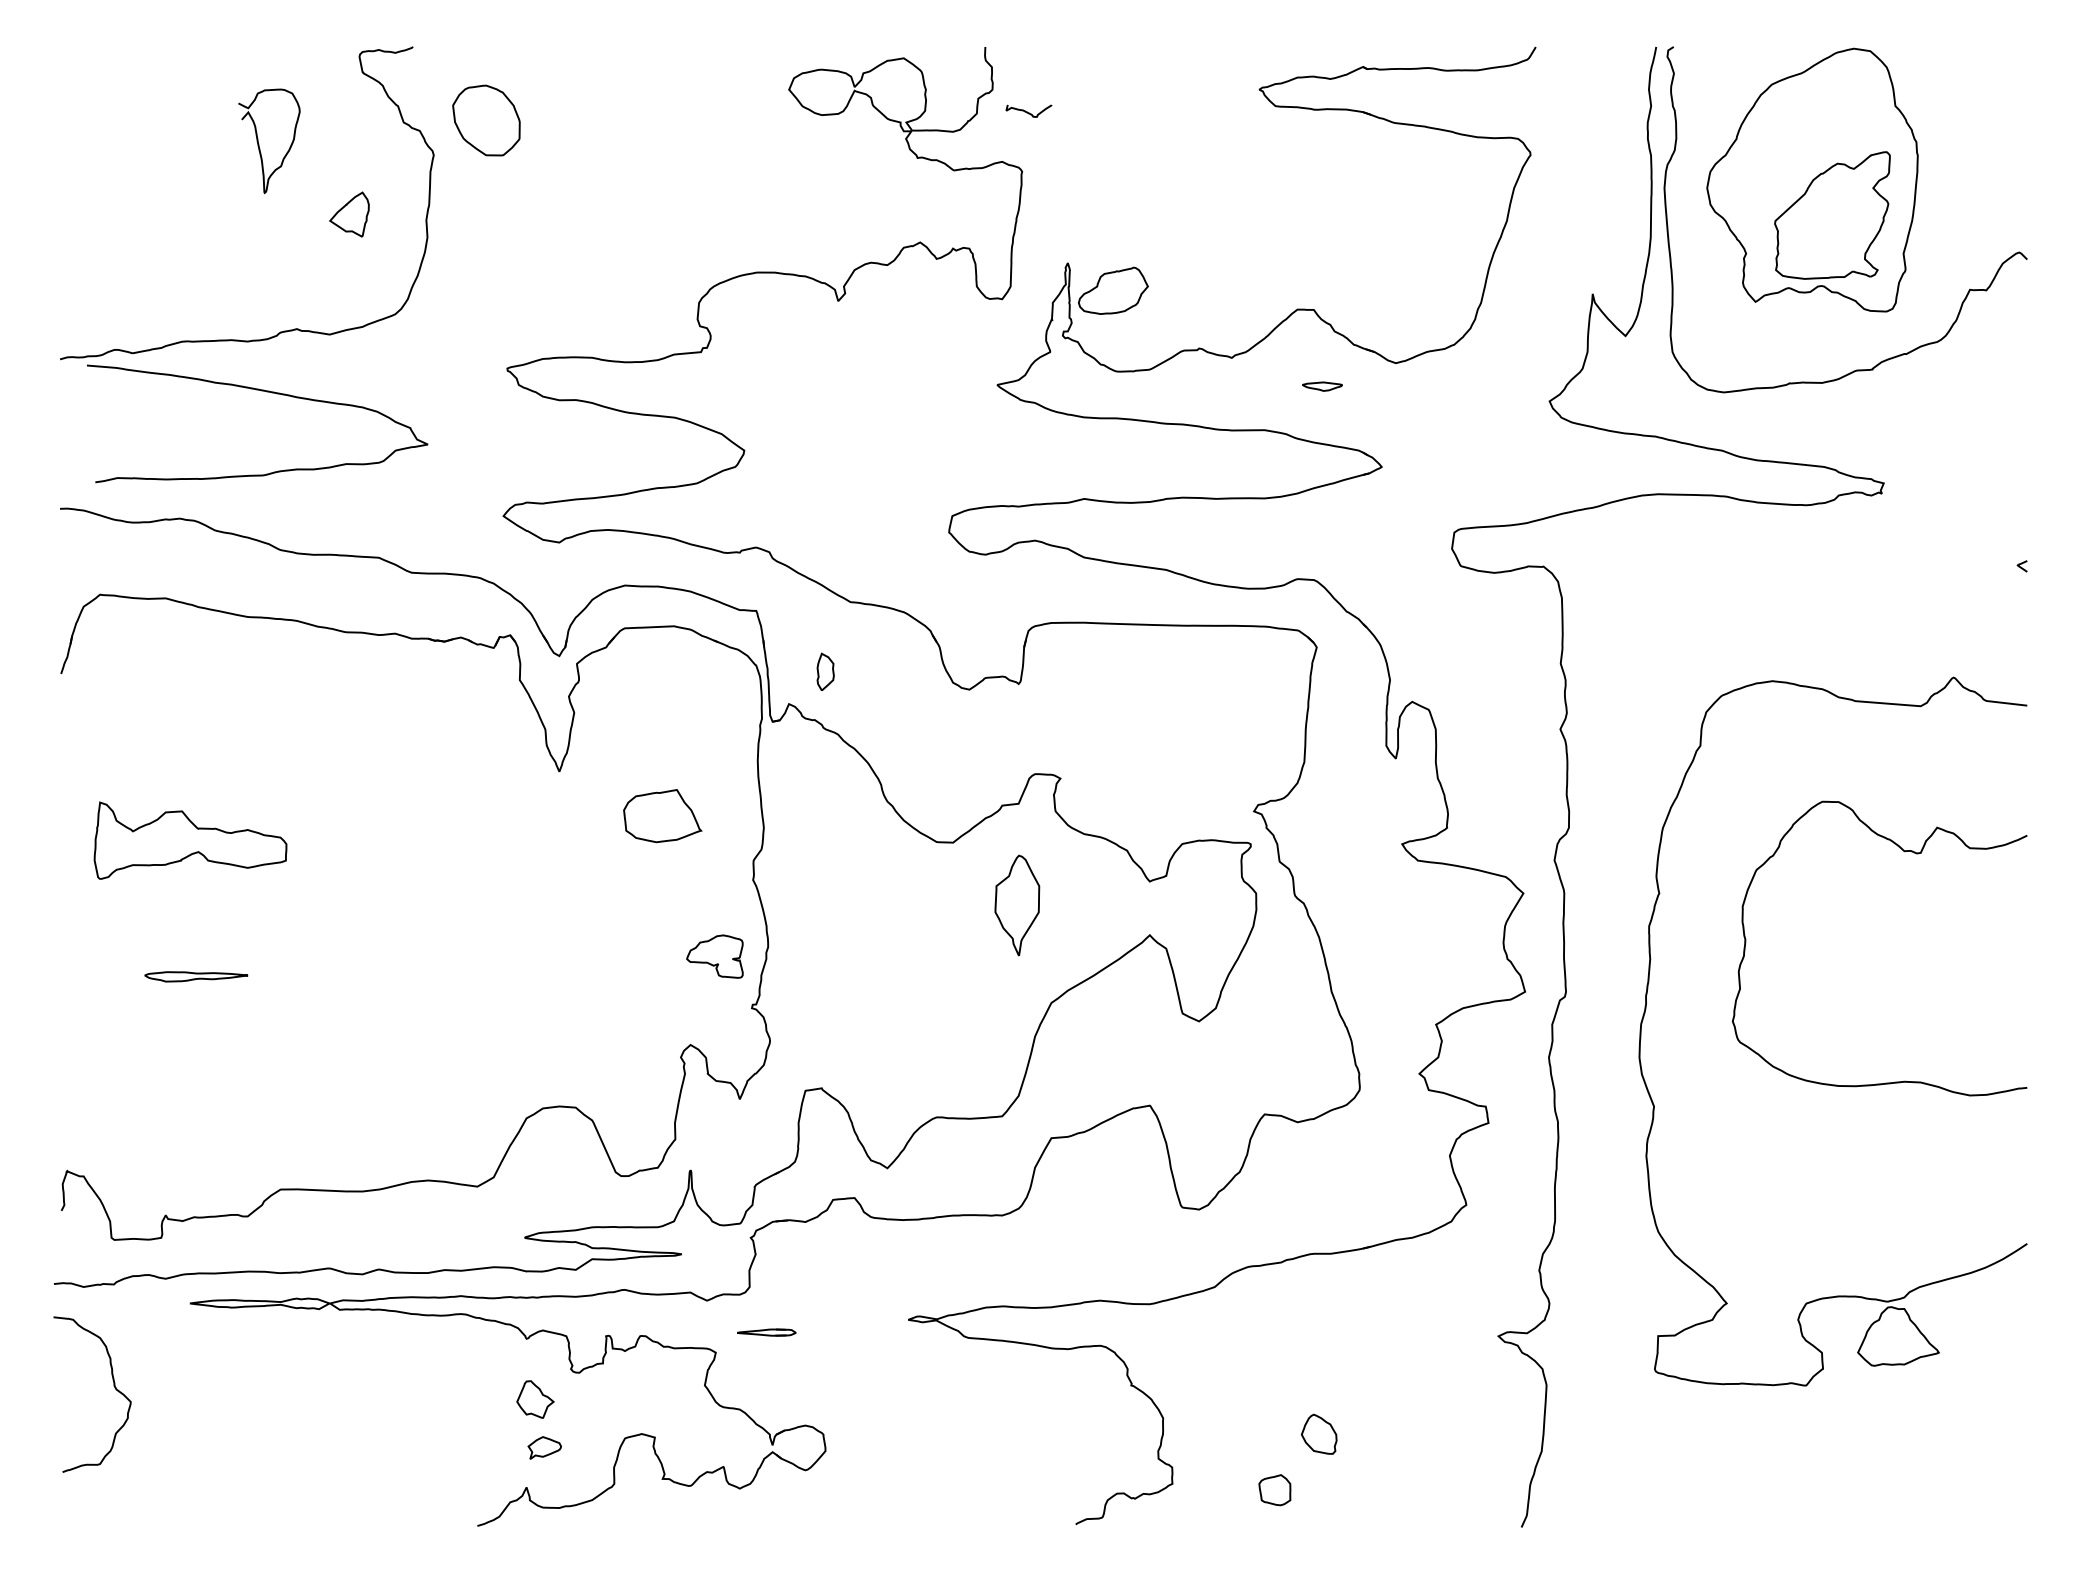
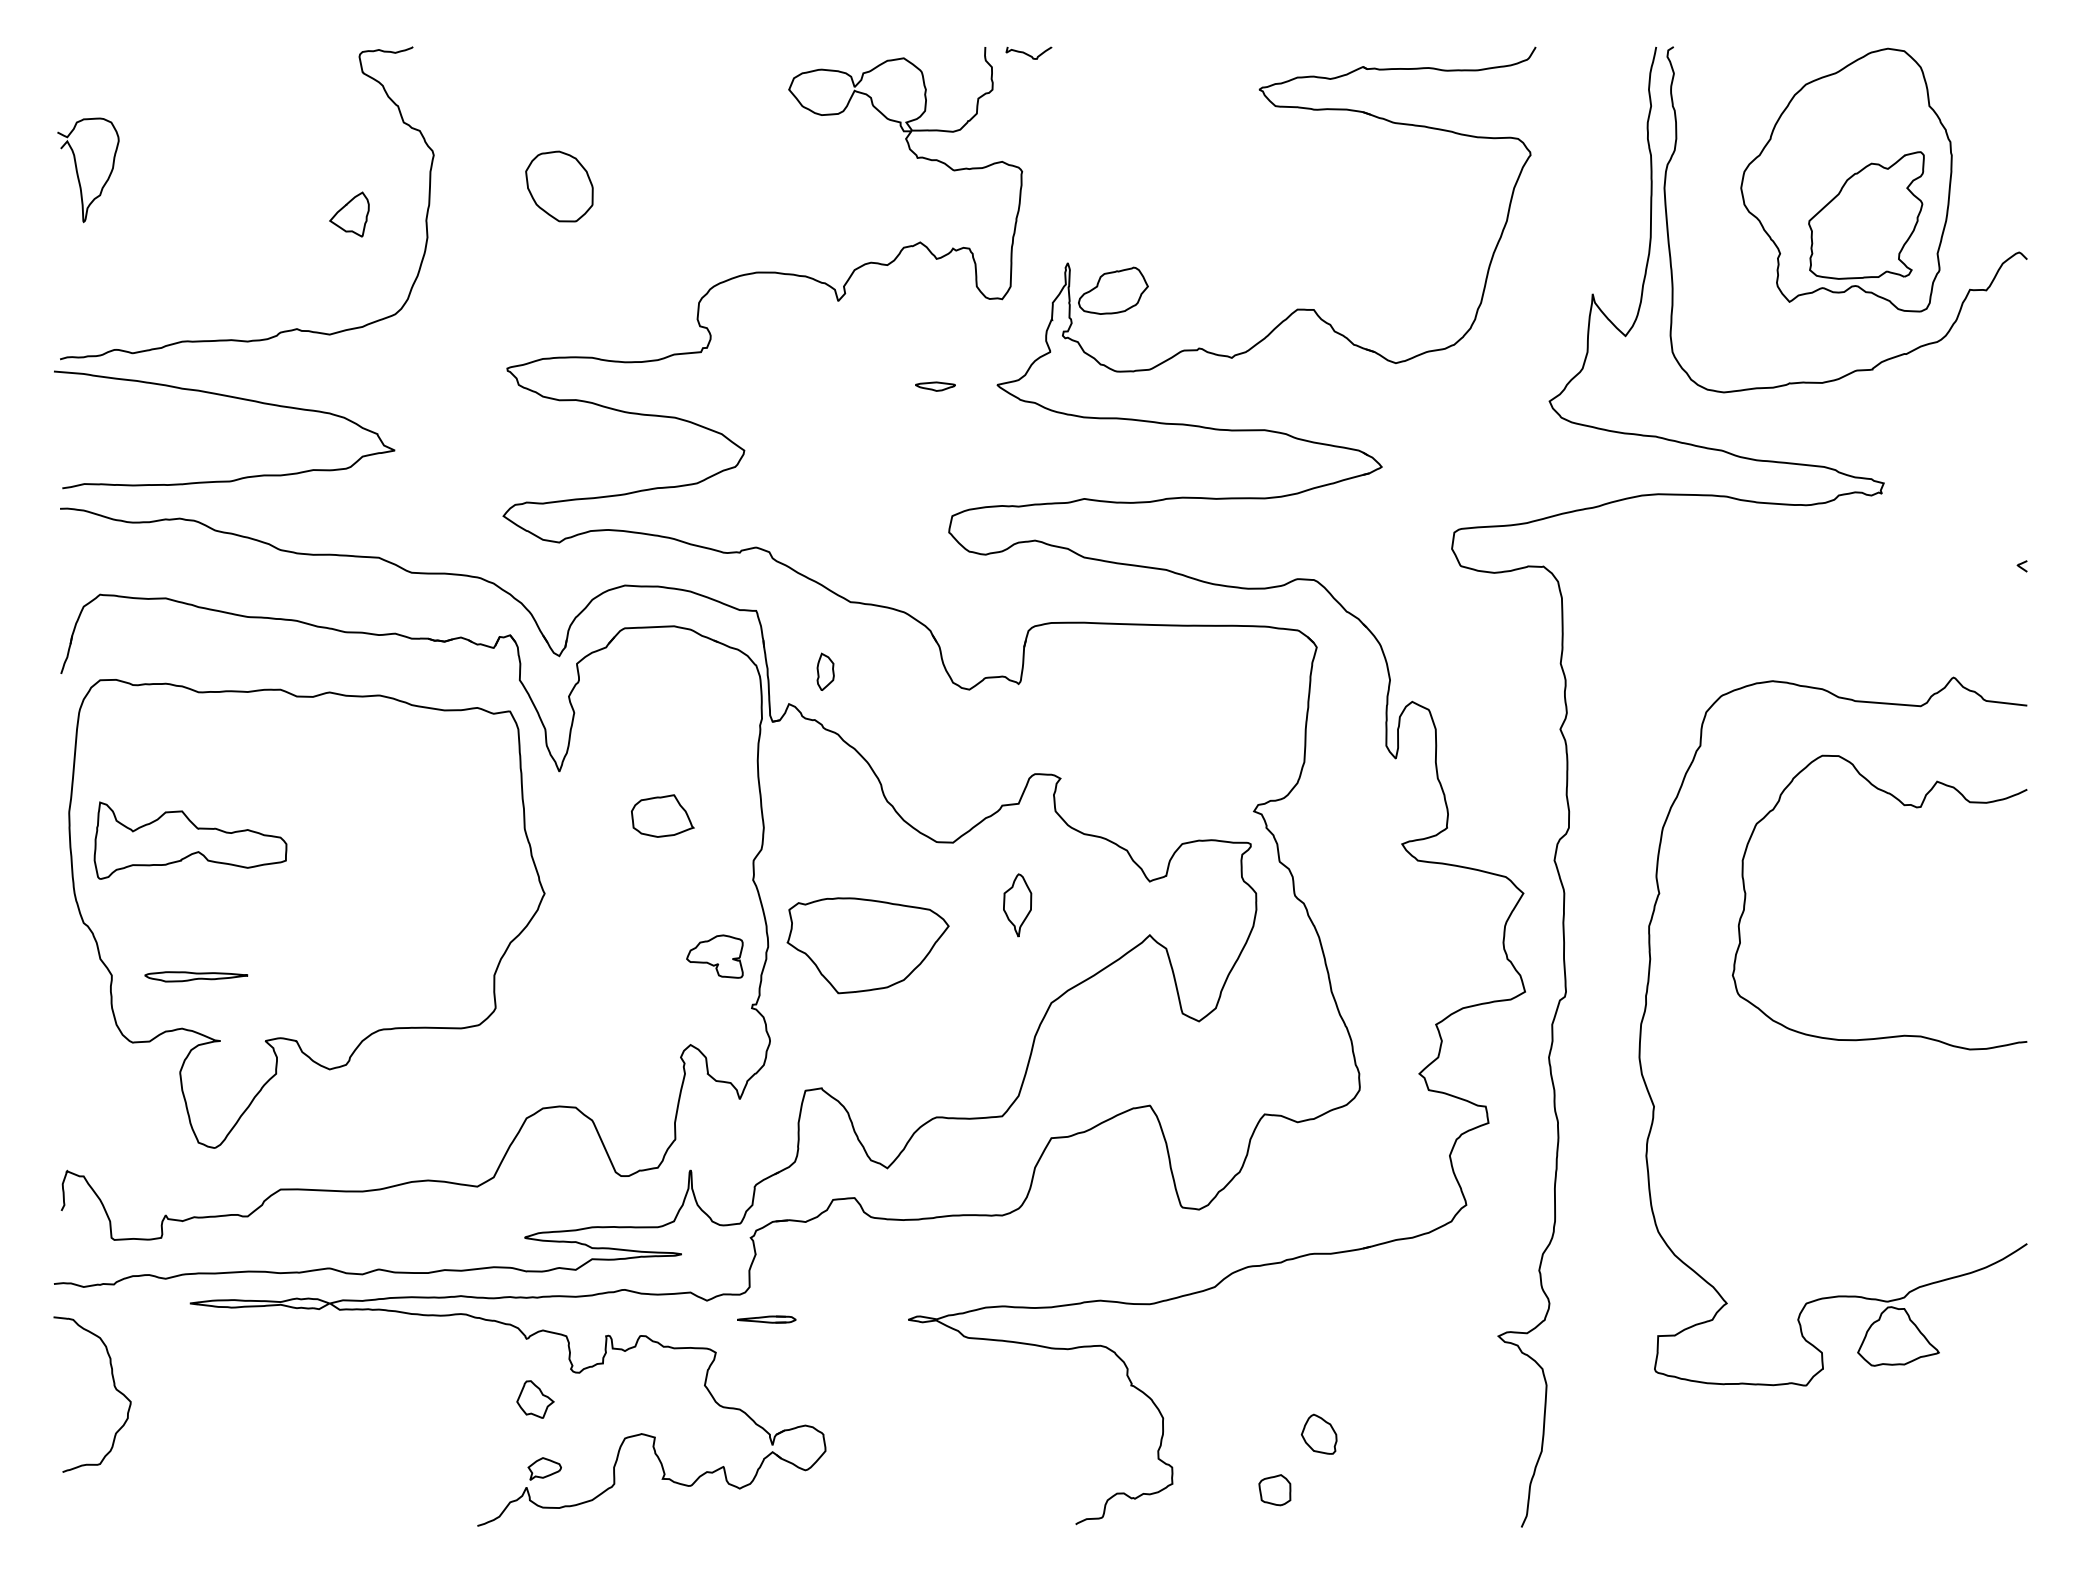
curve at (1027, 111) position: (1027, 111) -> (1027, 53)
part at (486, 120) position: (486, 120) -> (559, 186)
curve at (259, 144) position: (259, 144) -> (78, 173)
part at (1812, 179) position: (1812, 179) -> (1846, 179)
part at (1322, 386) position: (1322, 386) -> (935, 386)
curve at (261, 391) position: (261, 391) -> (228, 397)
part at (662, 816) size: 80x55 px -> 64x44 px
curve at (1904, 852) position: (1904, 852) -> (1904, 806)
part at (1017, 905) size: 47x103 px -> 30x65 px
part at (306, 913): none -> present
part at (867, 945): none -> present
part at (766, 1332) position: (766, 1332) -> (766, 1319)
part at (544, 1447) position: (544, 1447) -> (544, 1468)
